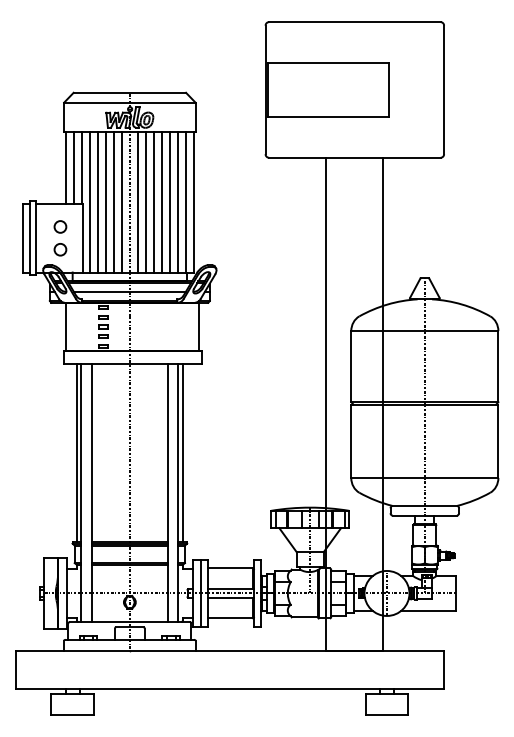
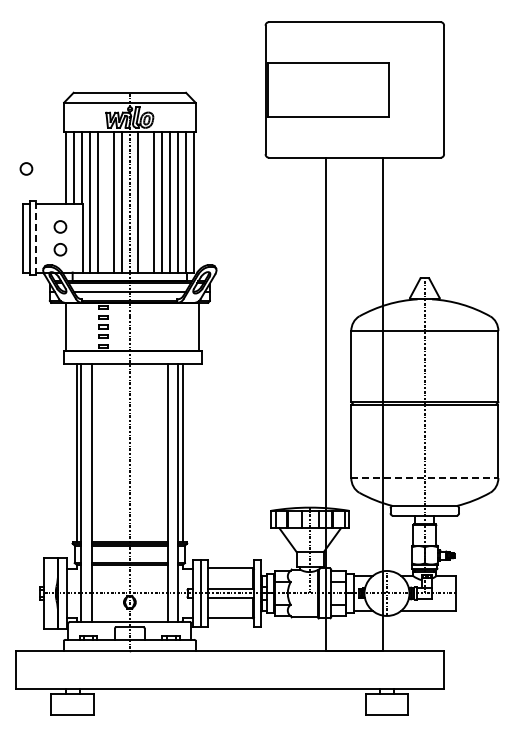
circle at (26, 168): none -> present
line at (105, 202): present -> none
line at (145, 202): present -> none
line at (35, 237): solid -> dashed
line at (424, 477): solid -> dashed
